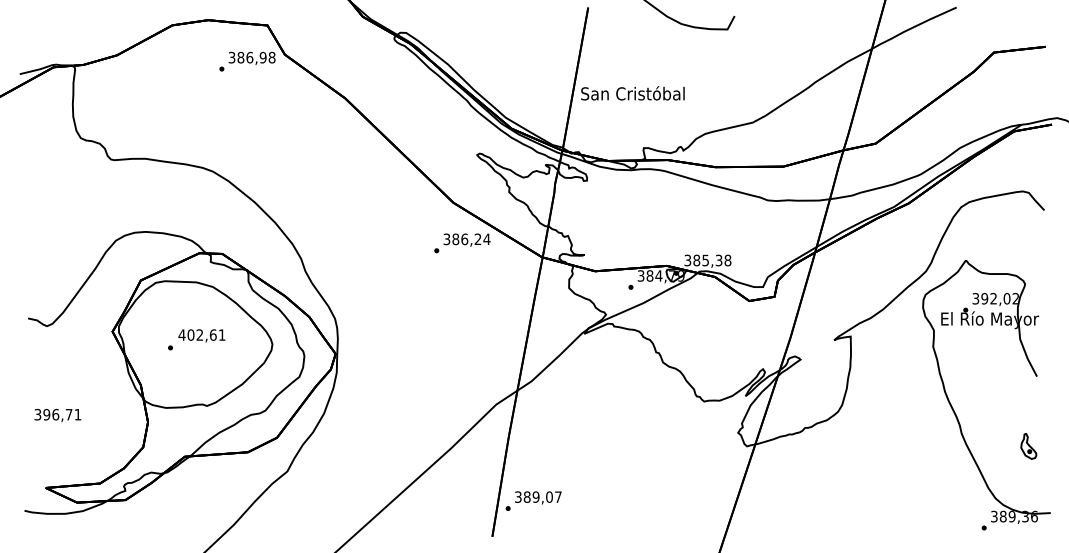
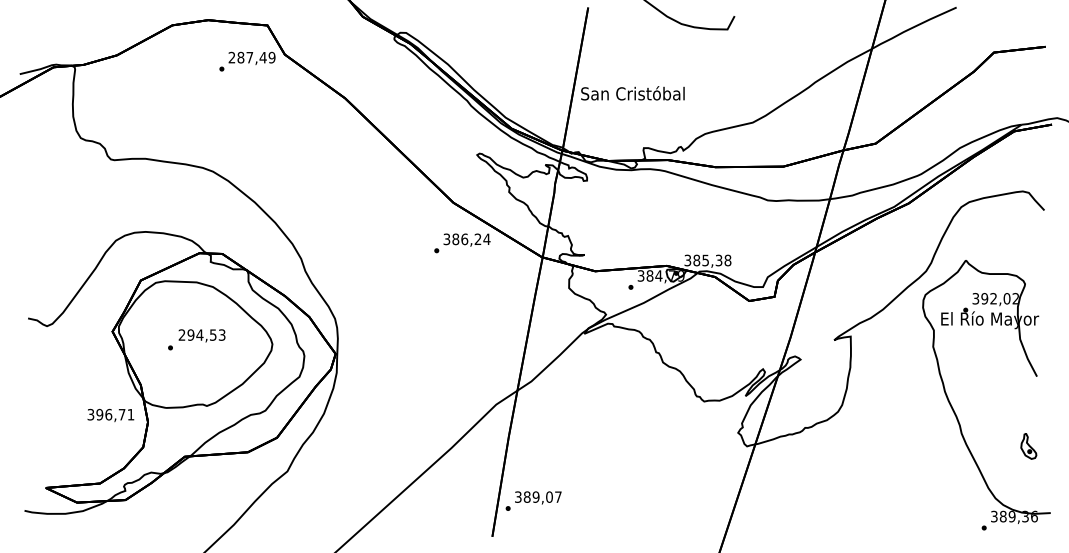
text at (251, 57): 386,98 -> 287,49
text at (201, 334): 402,61 -> 294,53
text at (57, 415) position: (57, 415) -> (110, 415)
